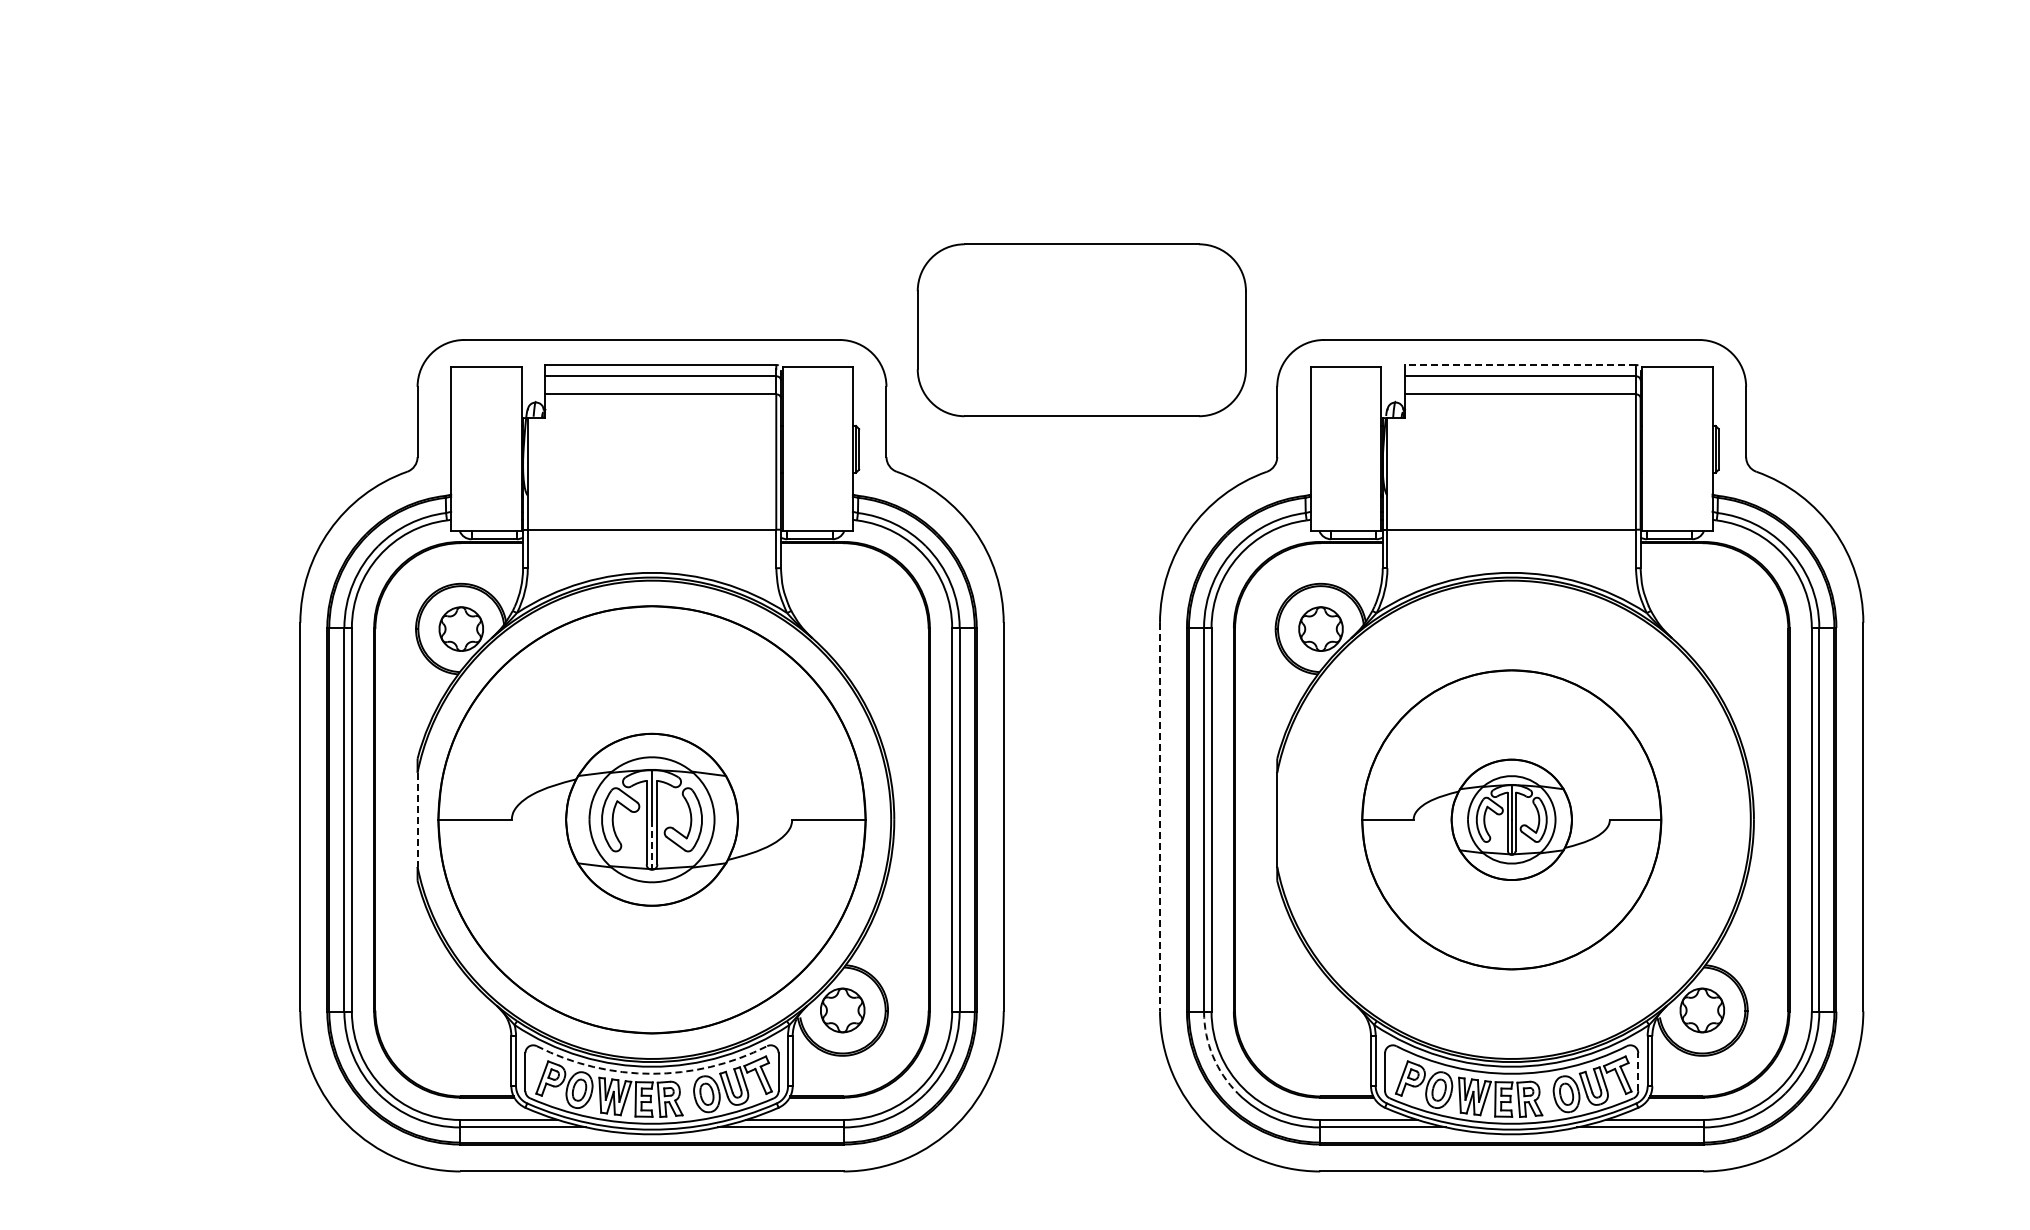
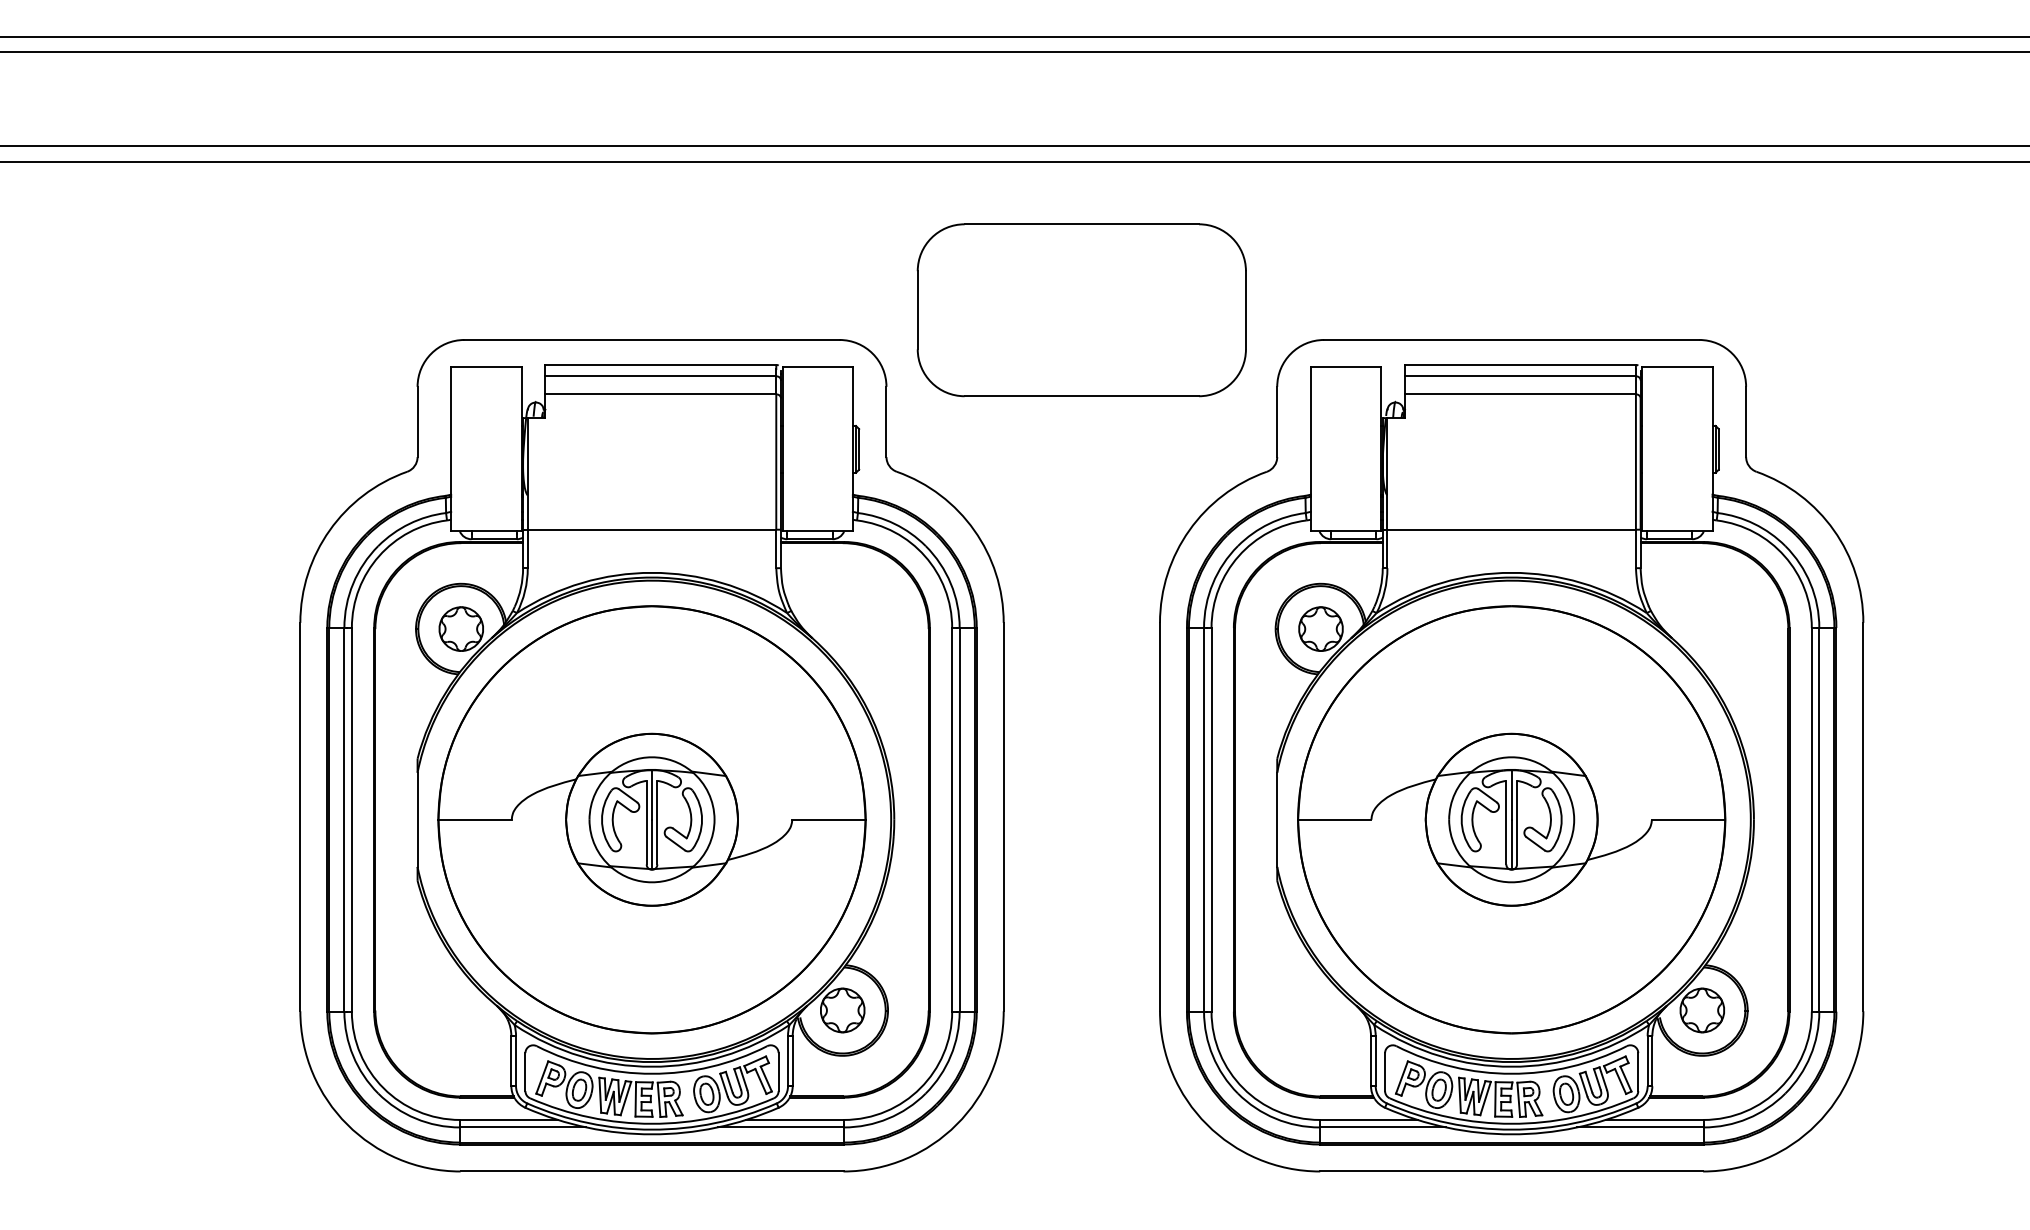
line at (1014, 36): none -> present
line at (1014, 52): none -> present
line at (1014, 146): none -> present
line at (1014, 161): none -> present
part at (1081, 330) position: (1081, 330) -> (1081, 310)
line at (1520, 364): dashed -> solid
line at (1160, 817): dashed -> solid
part at (1511, 819) size: 302x302 px -> 430x430 px
line at (417, 820): dashed -> solid
line at (652, 844): dashed -> solid
arc at (1212, 1055): dashed -> solid
line at (1638, 1071): dashed -> solid
arc at (652, 1073): dashed -> solid
